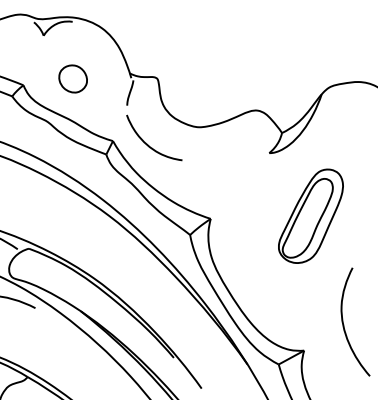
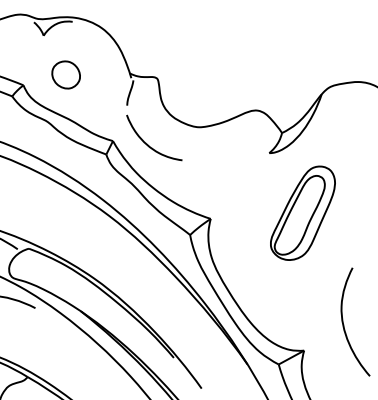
part at (72, 78) position: (72, 78) -> (65, 74)
part at (310, 215) position: (310, 215) -> (302, 212)
